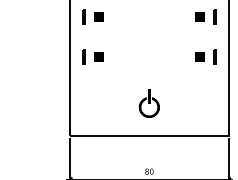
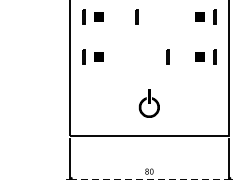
part at (136, 16): none -> present
part at (167, 56): none -> present
line at (149, 179): solid -> dashed
